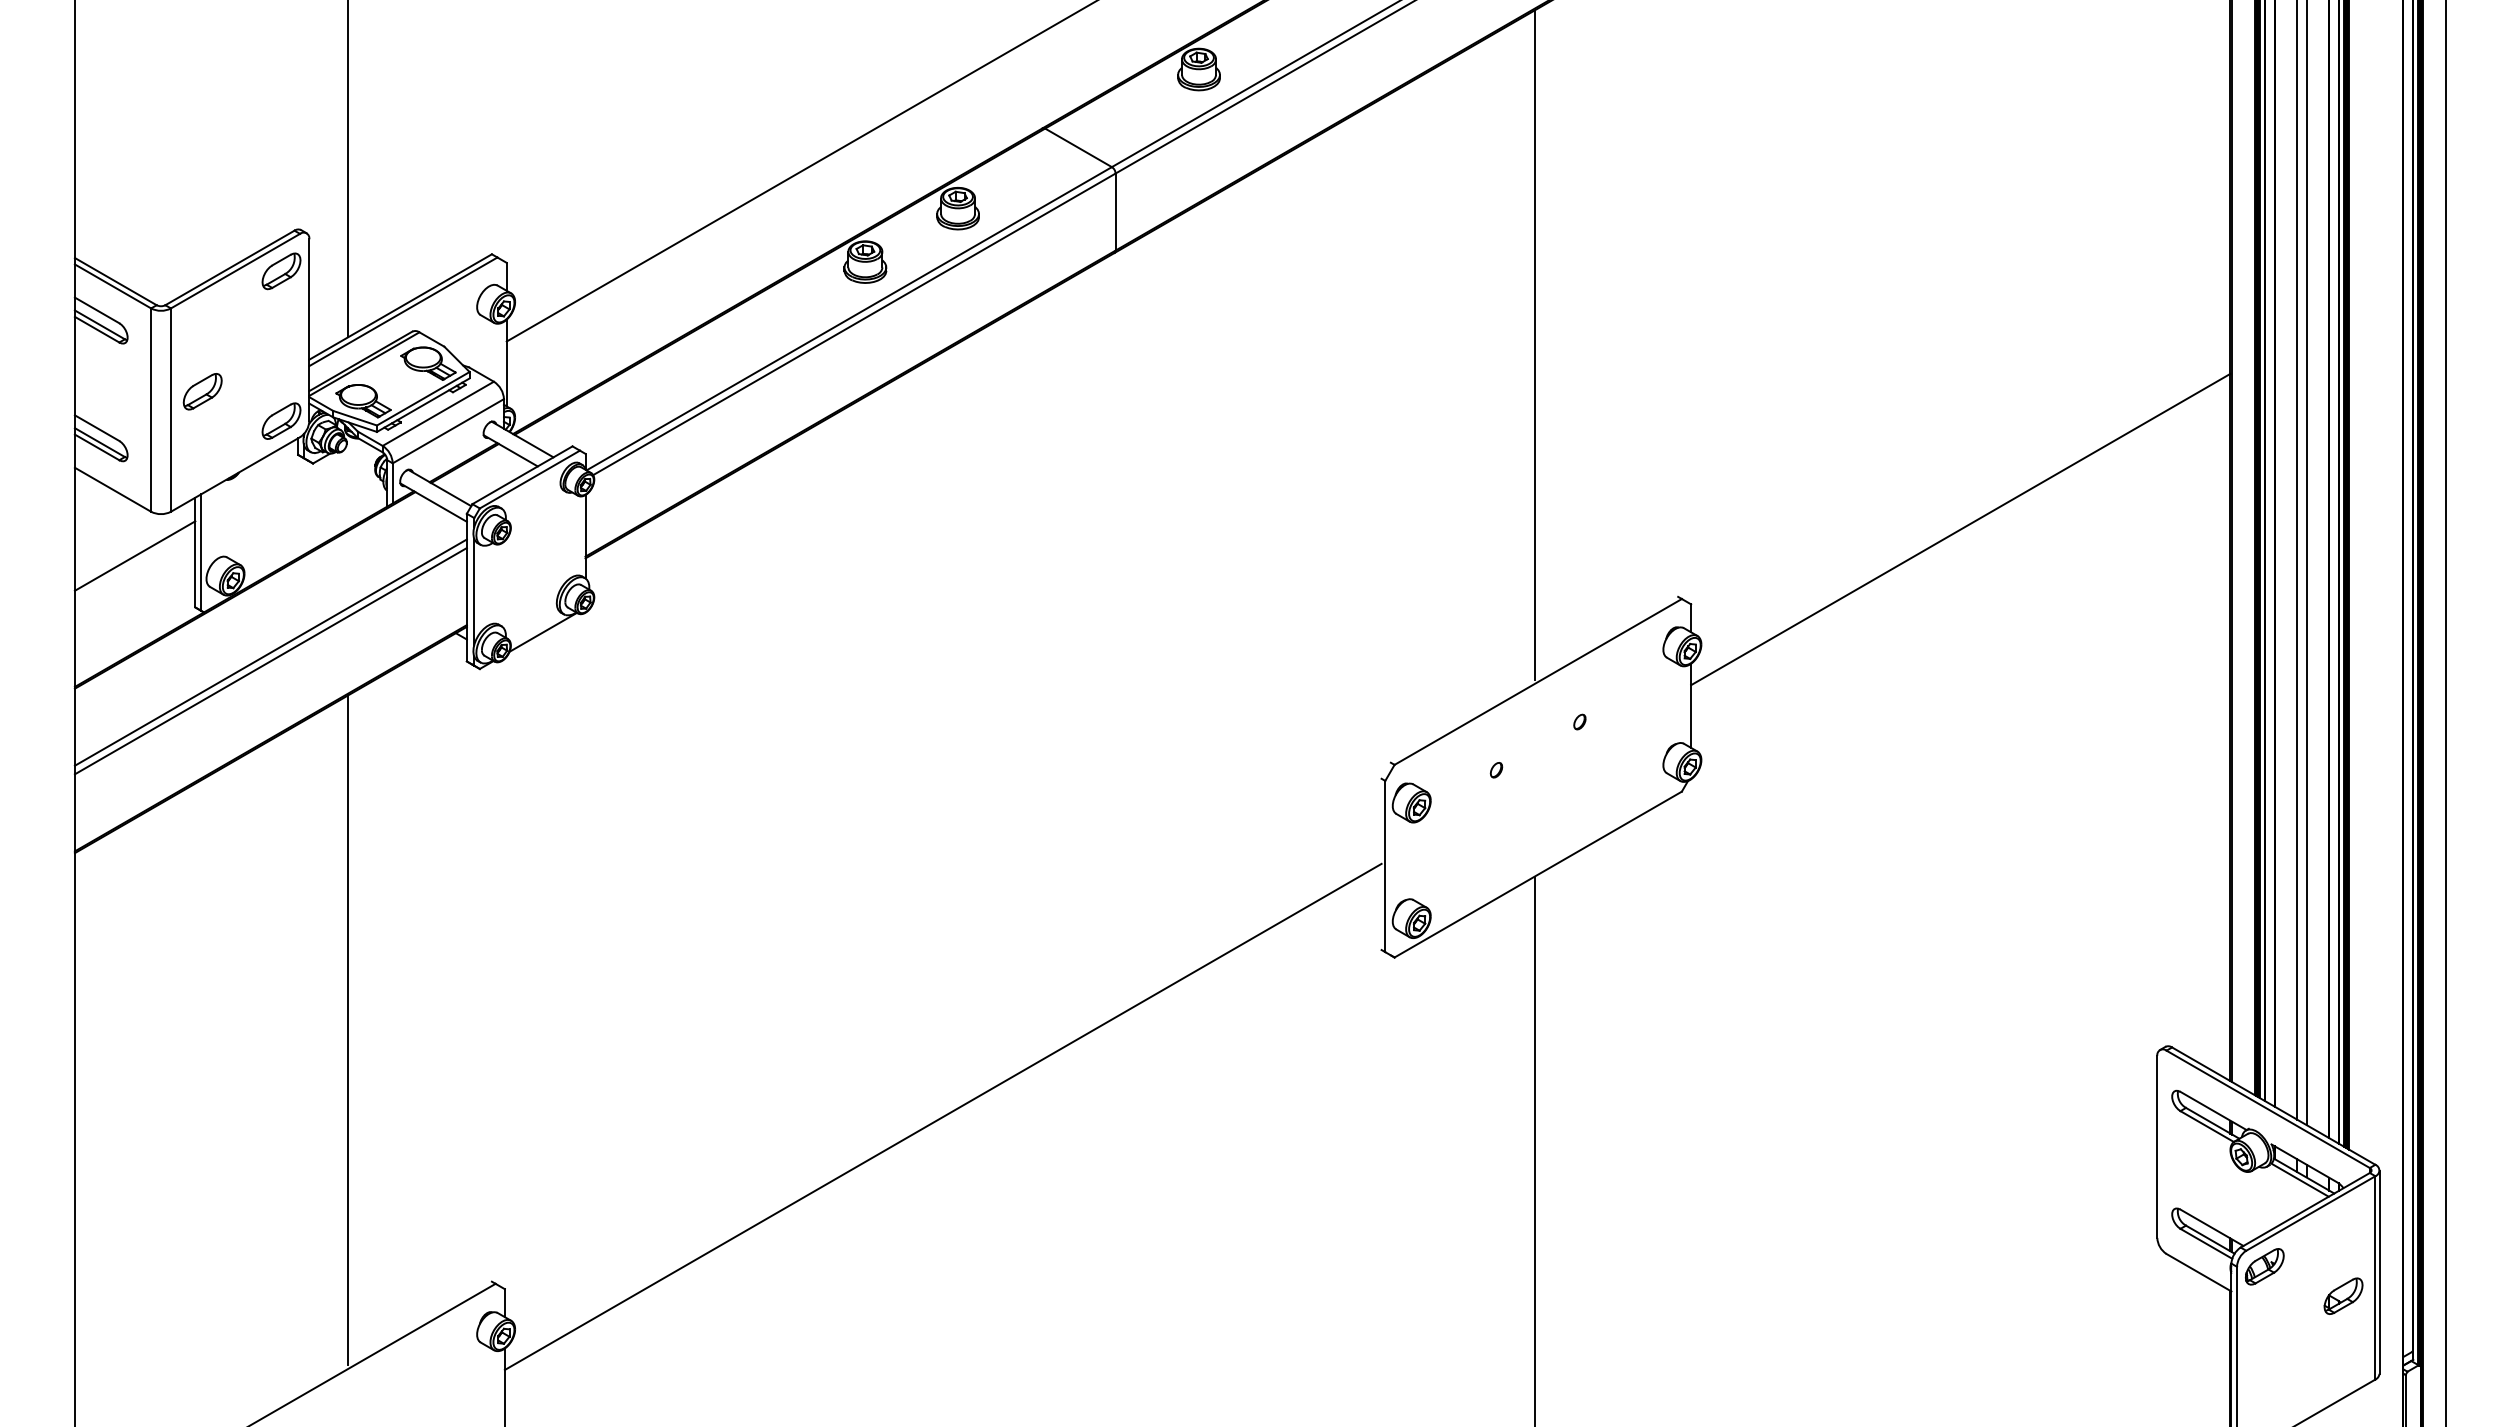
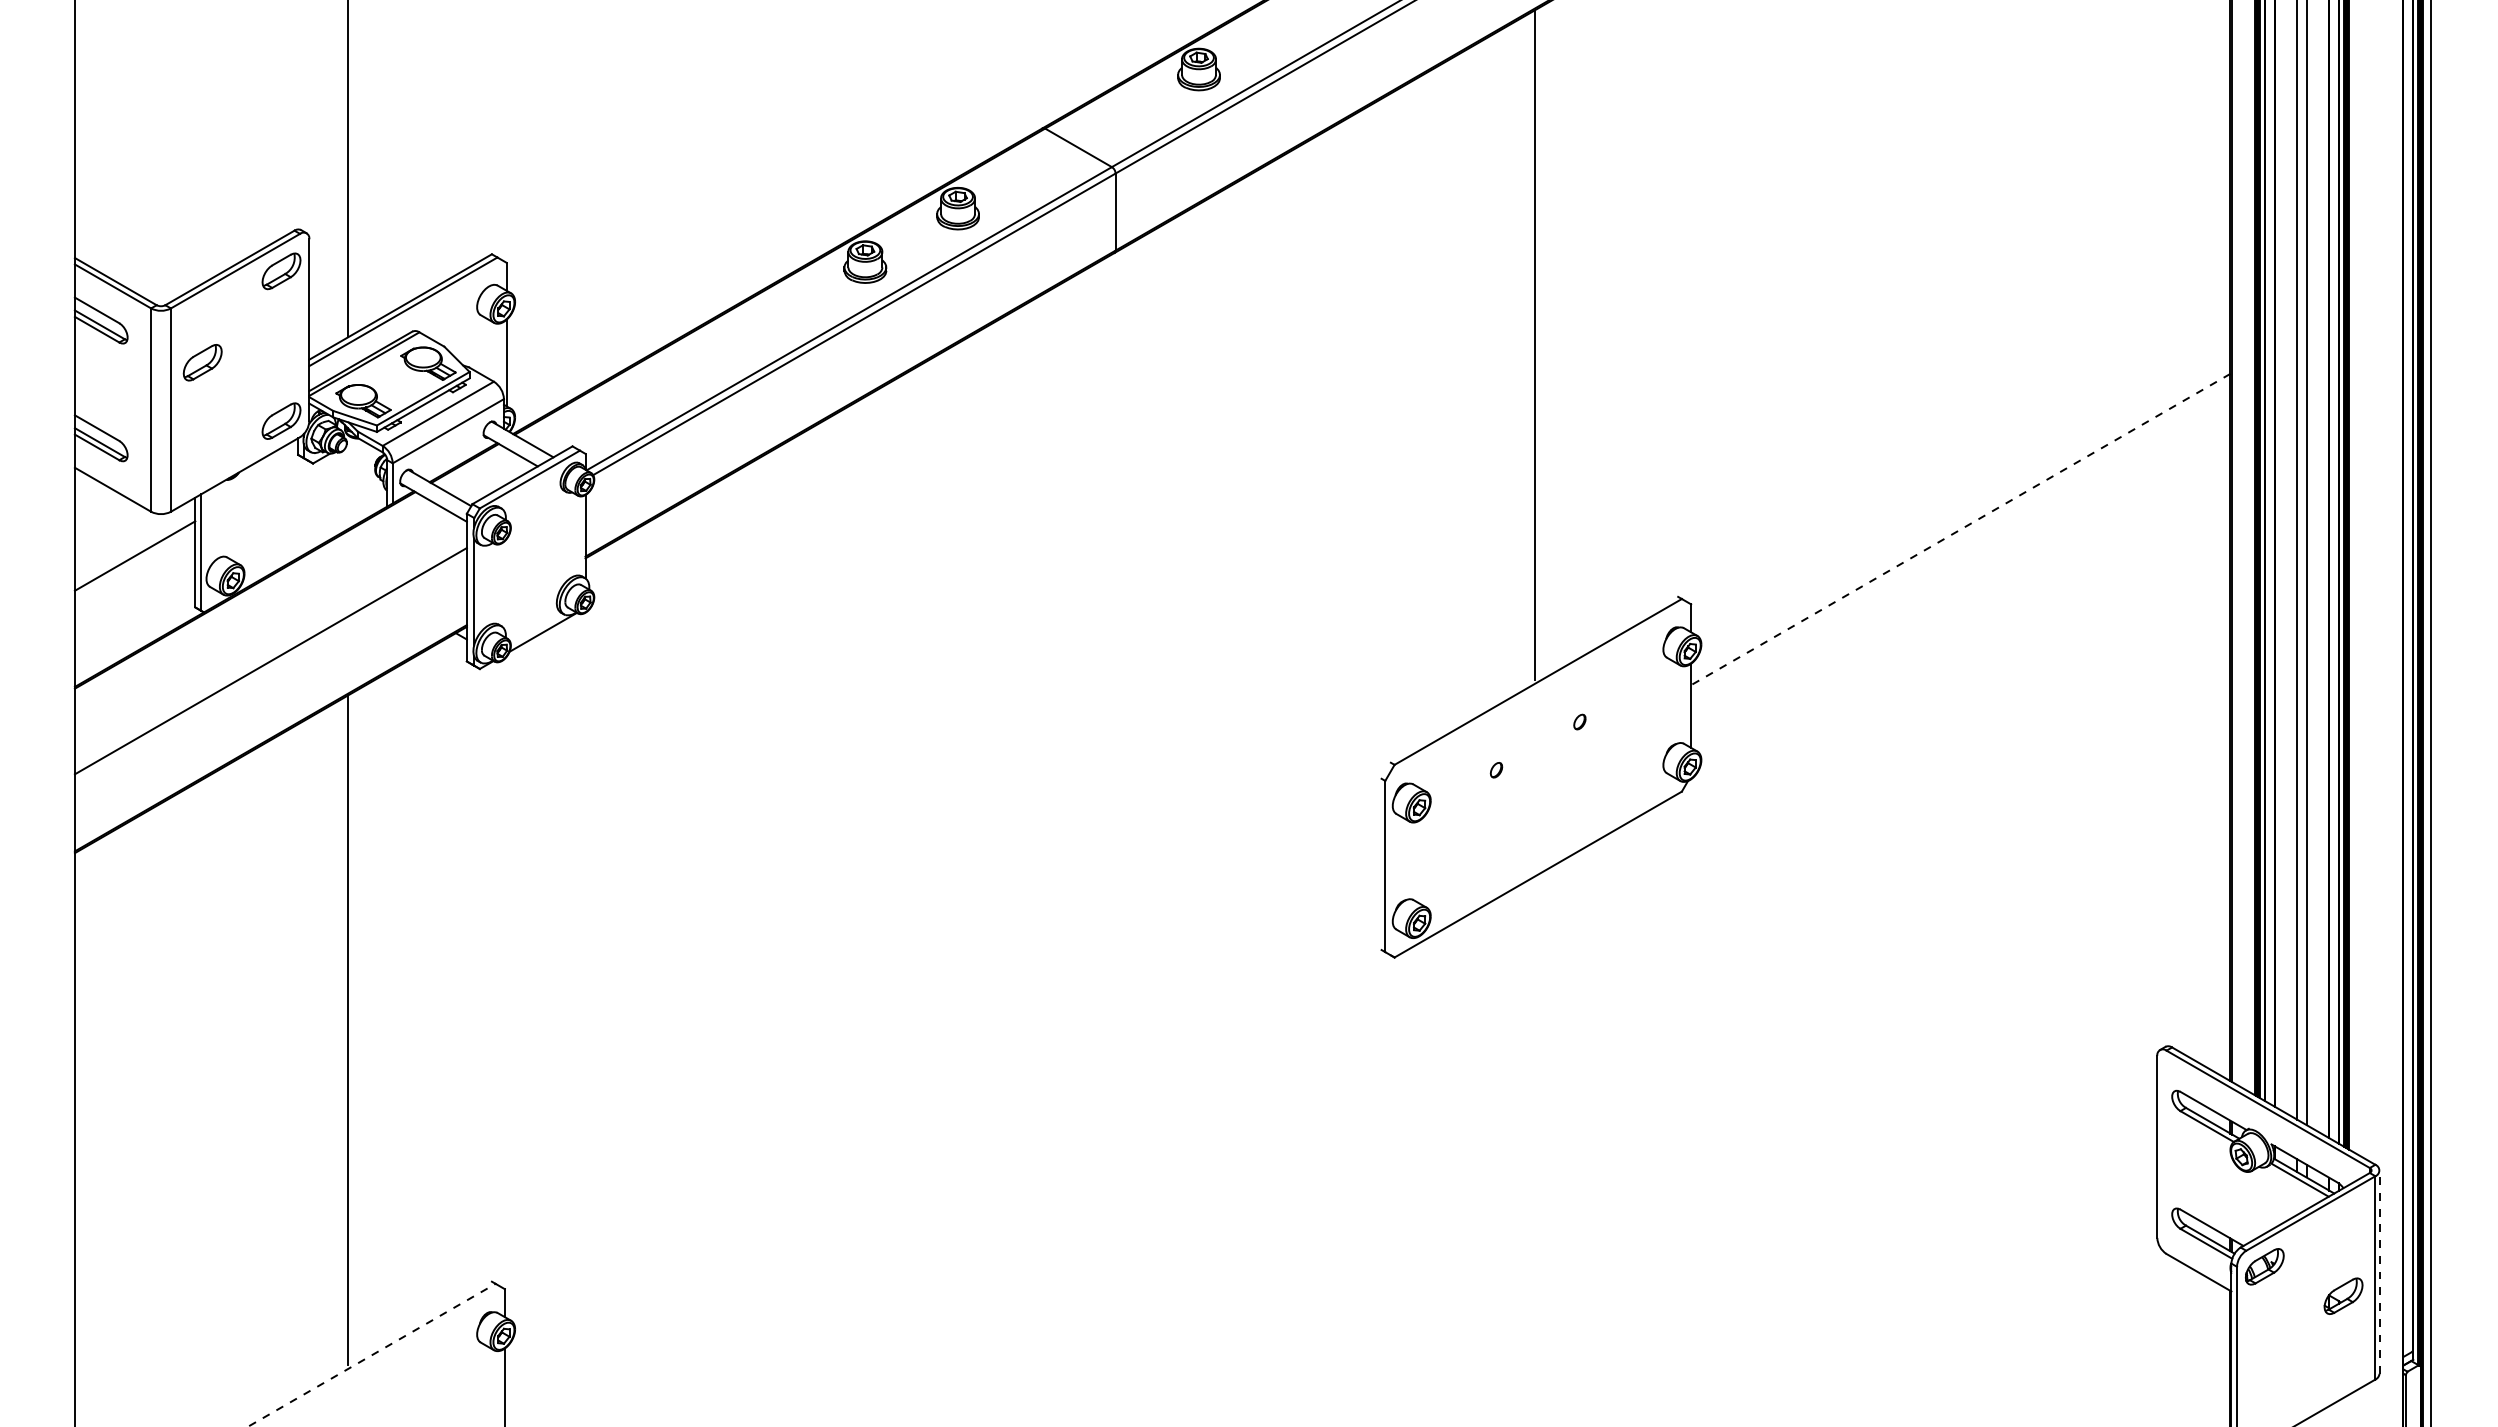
line at (800, 171): present -> none
part at (202, 391) position: (202, 391) -> (202, 362)
line at (1960, 529): solid -> dashed
line at (270, 652): present -> none
line at (2445, 712) position: (2445, 712) -> (2430, 712)
line at (942, 1116): present -> none
line at (1534, 1149): present -> none
line at (2379, 1272): solid -> dashed
line at (371, 1355): solid -> dashed
